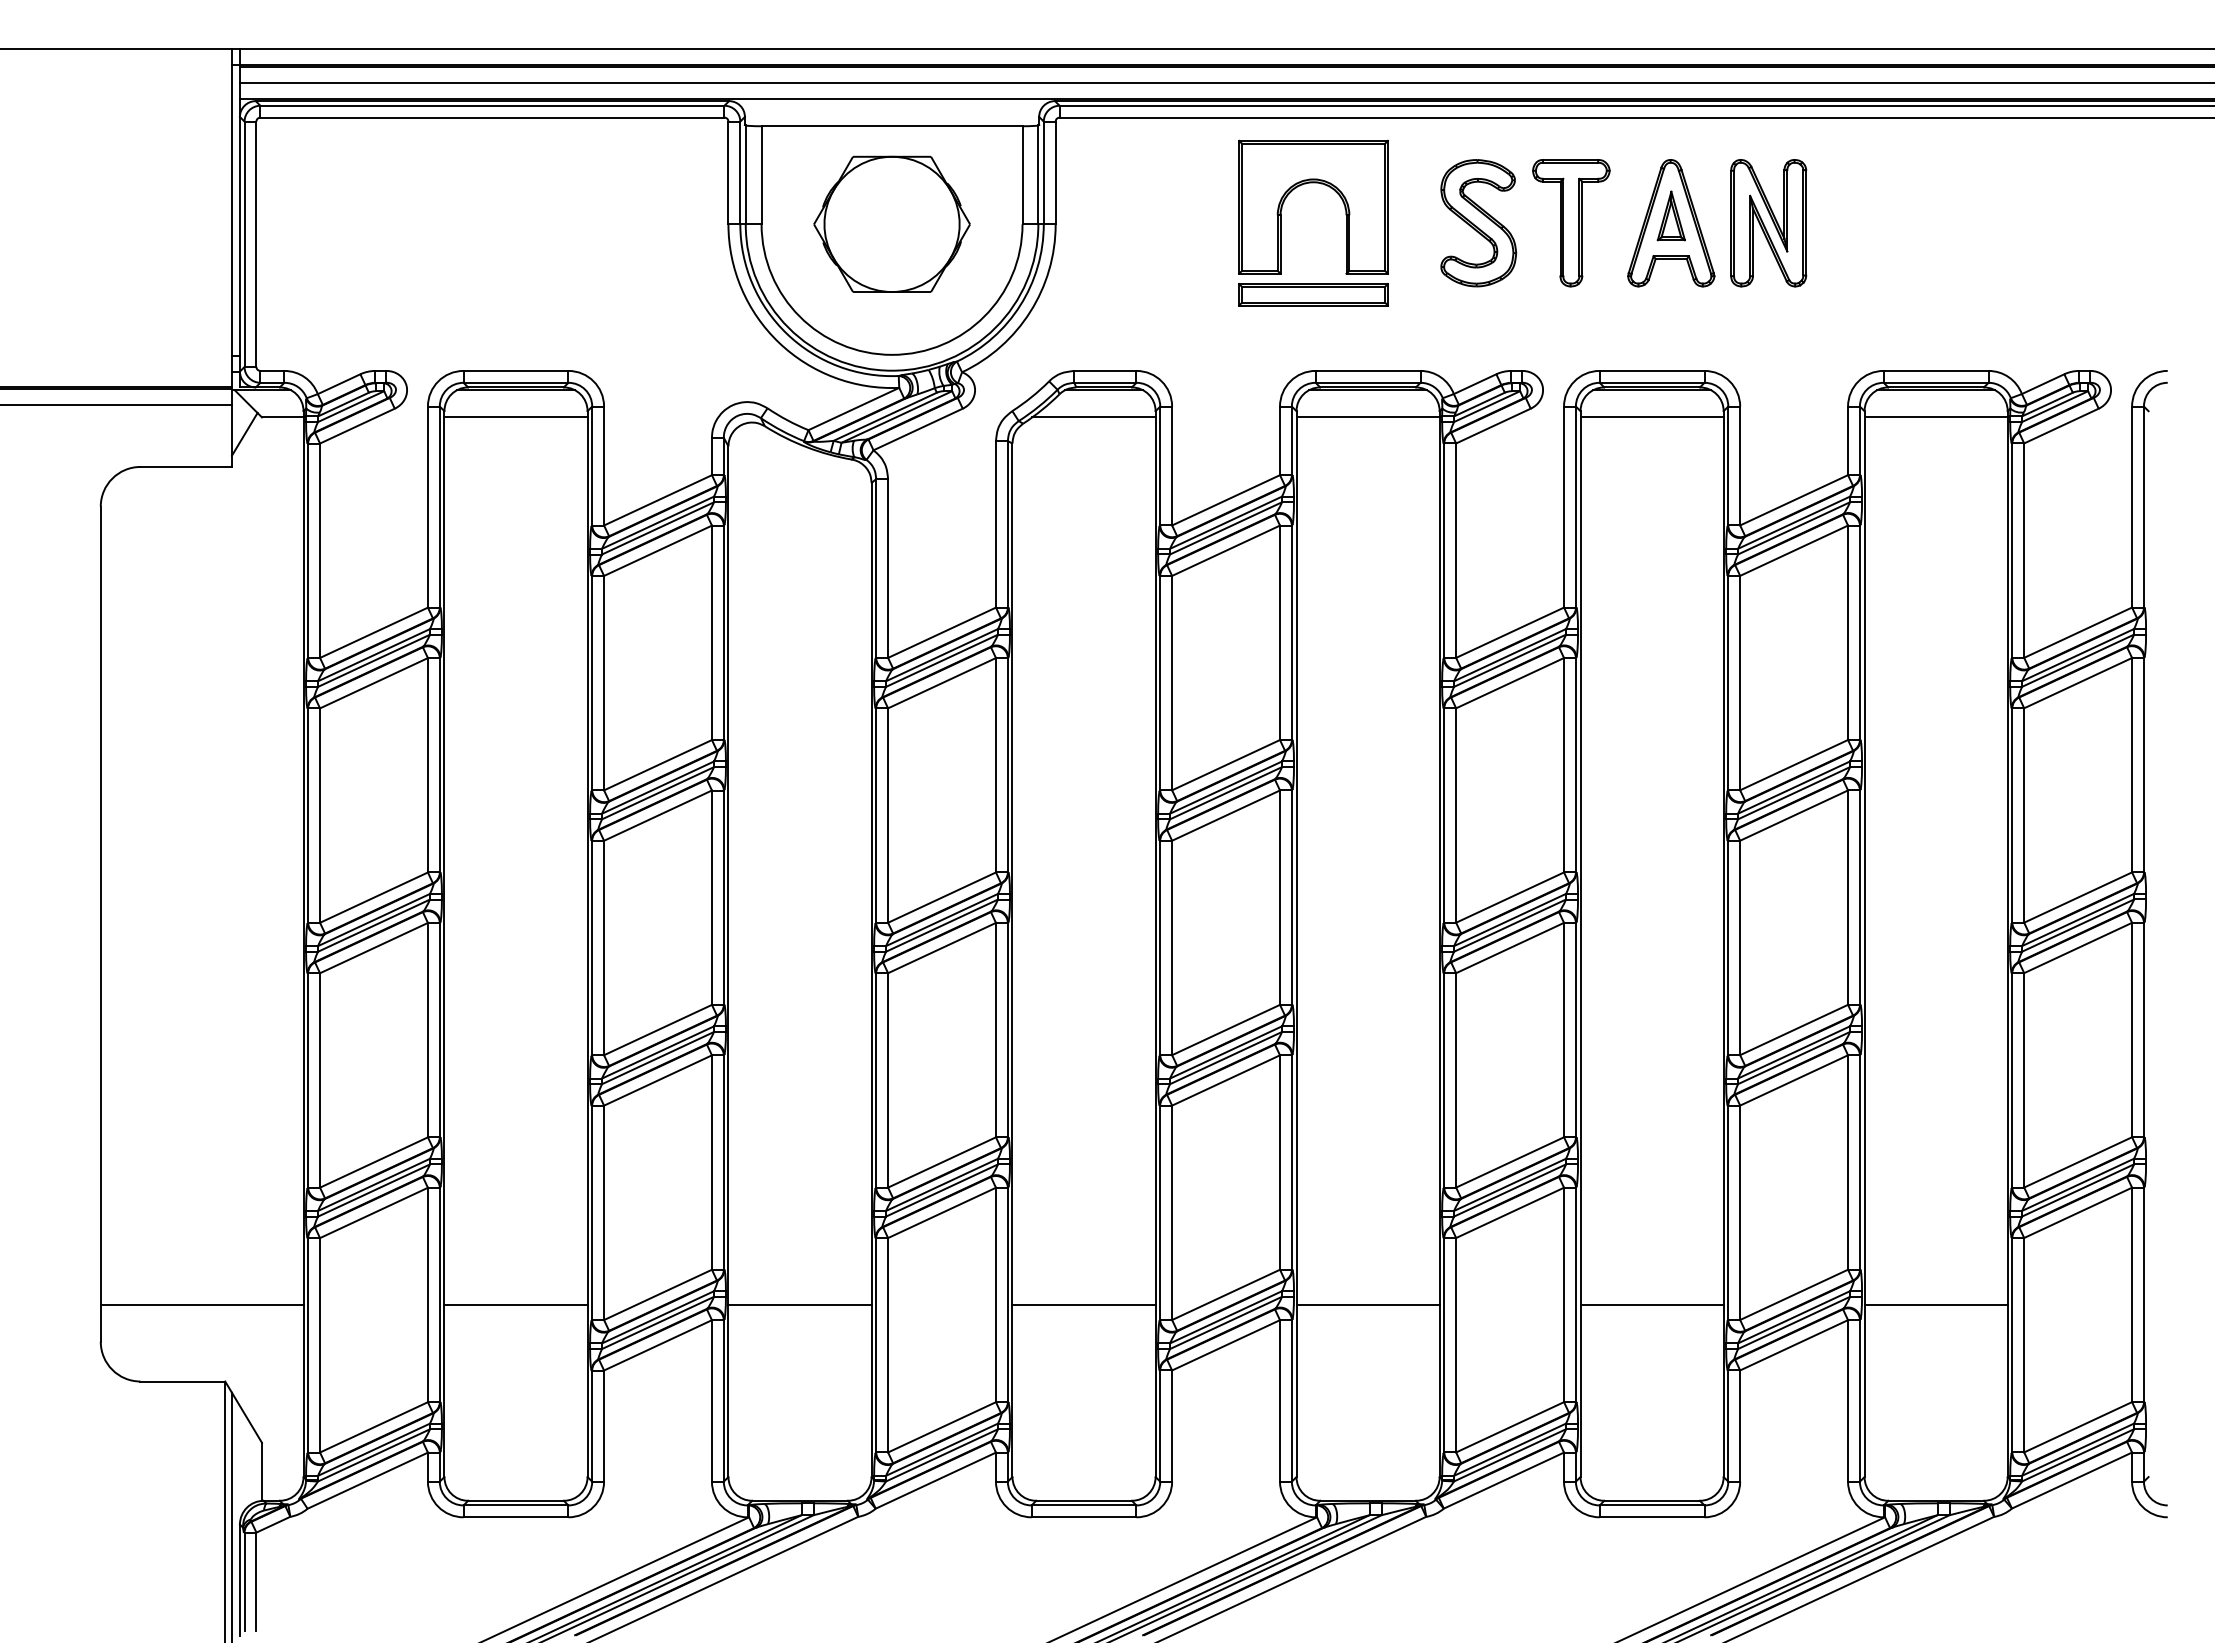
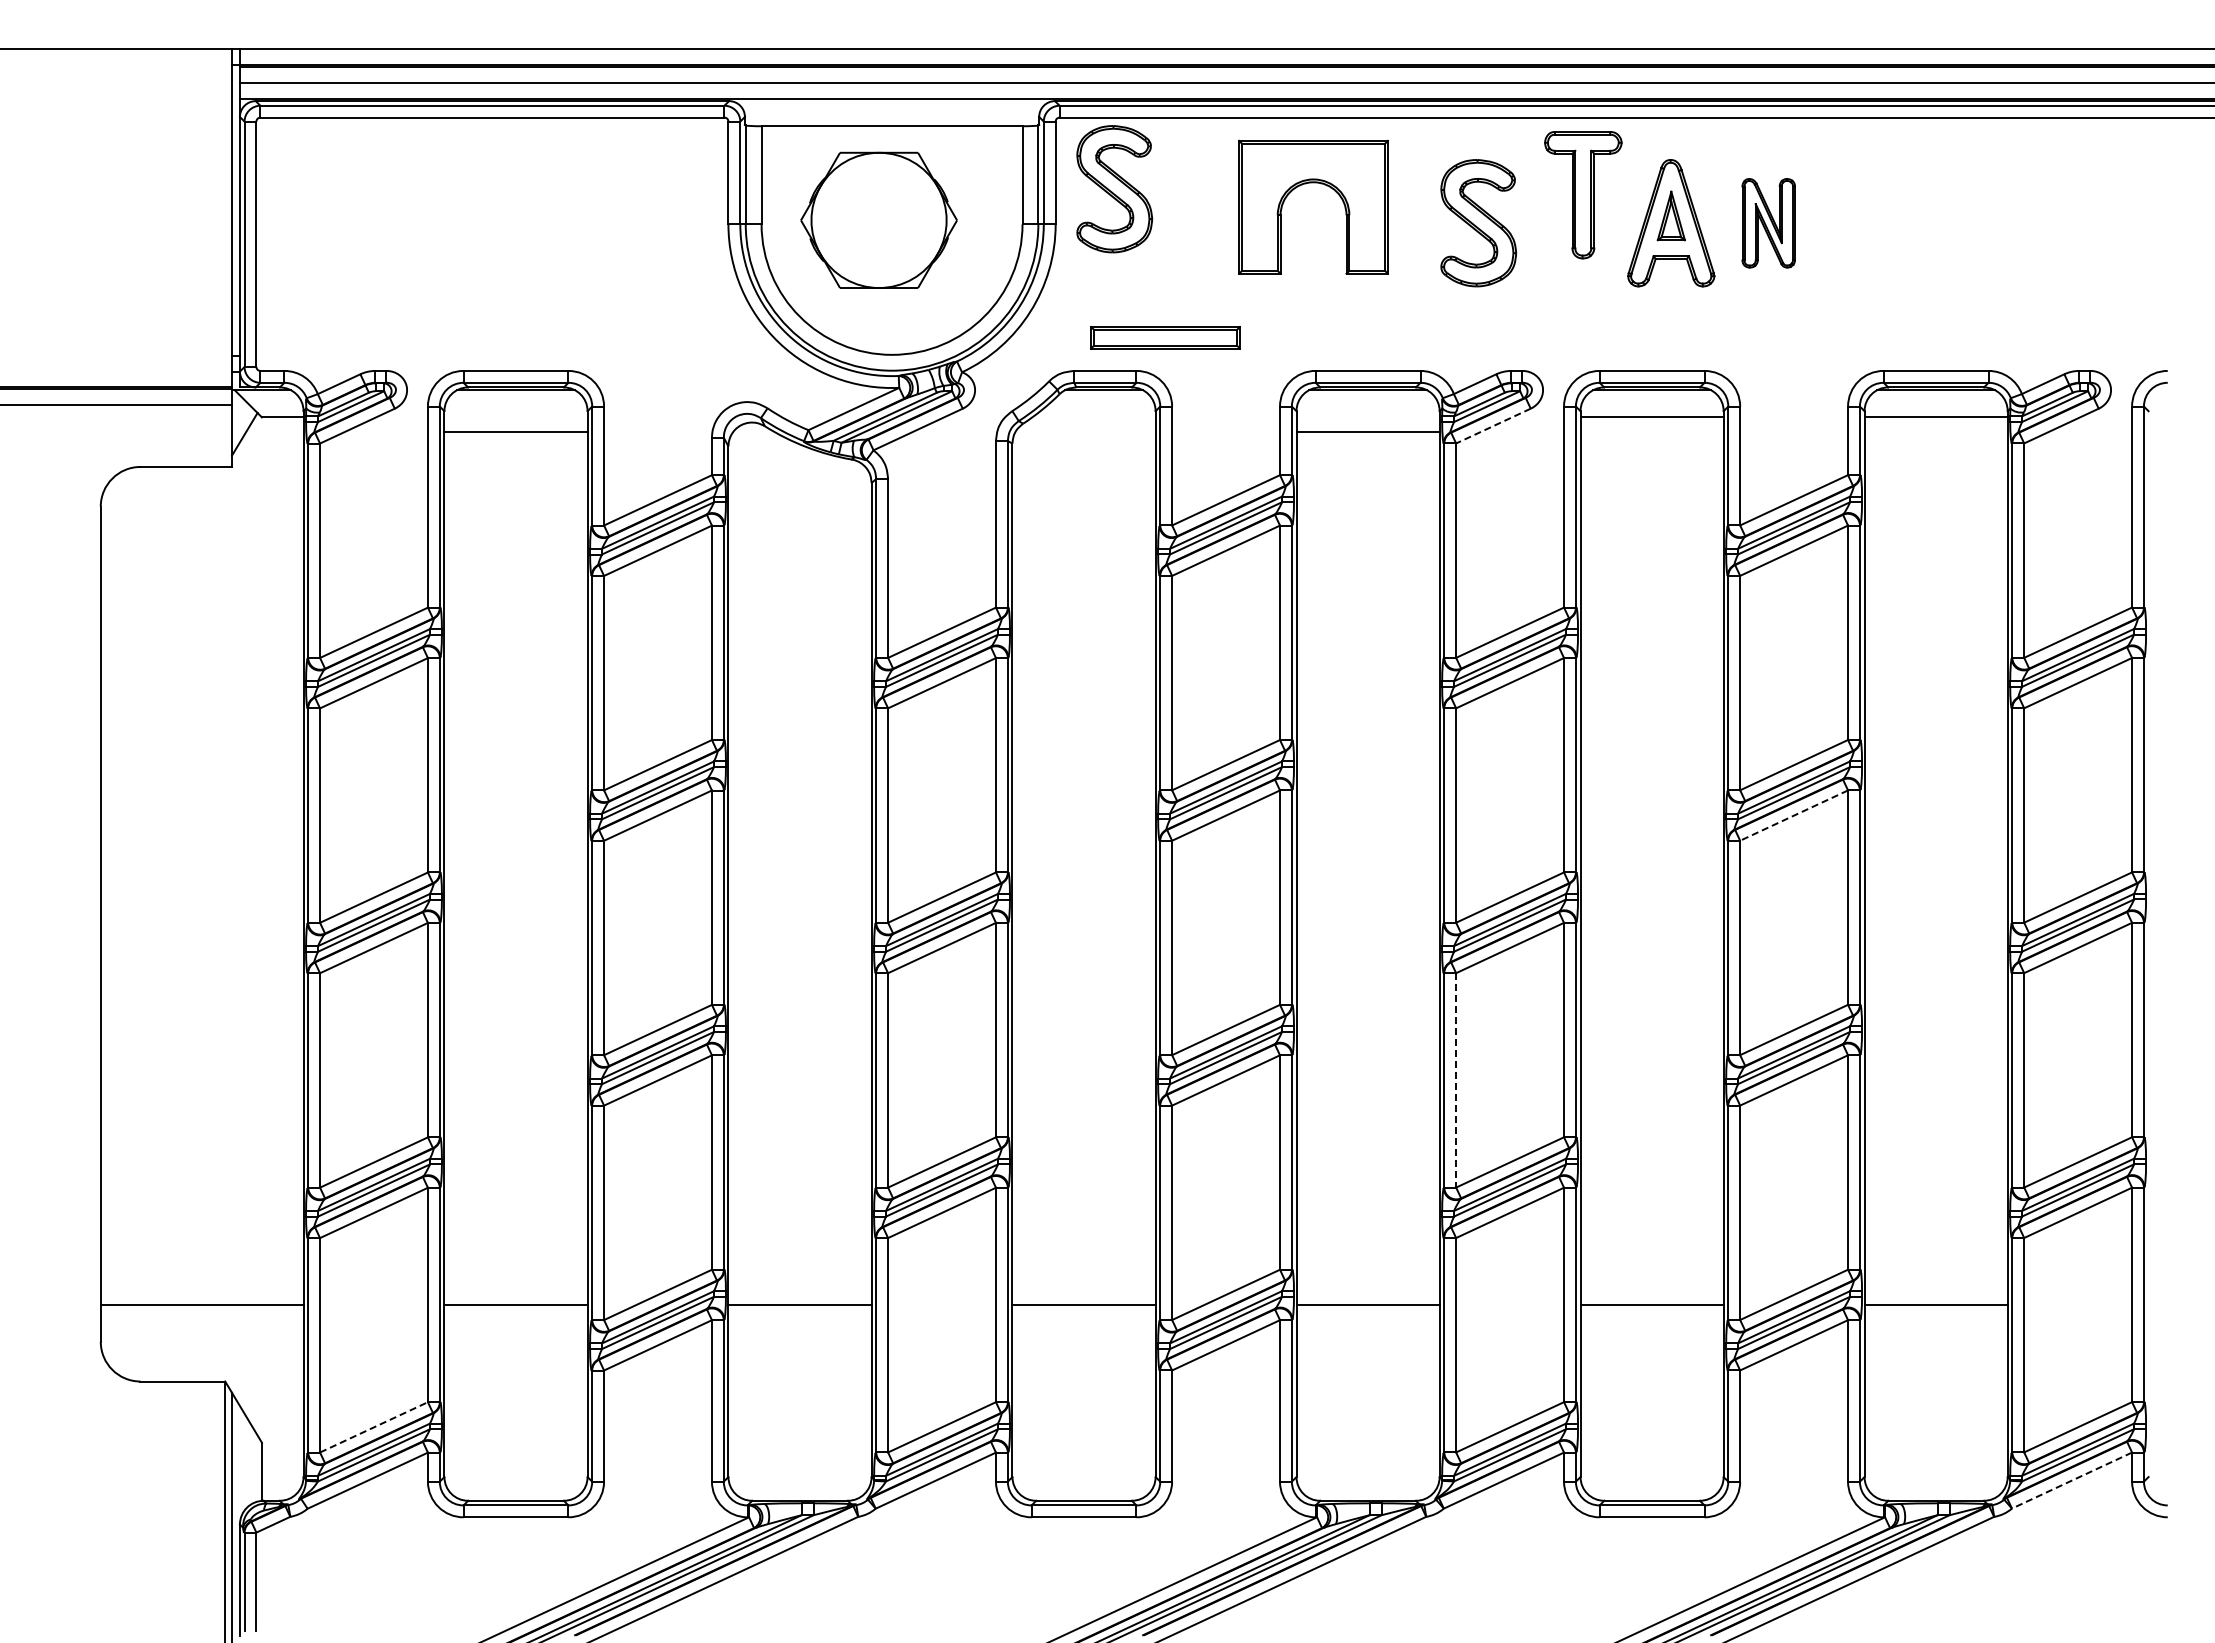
part at (1114, 189): none -> present
part at (891, 223) position: (891, 223) -> (878, 219)
part at (1571, 223) position: (1571, 223) -> (1583, 195)
part at (1768, 223) size: 78x129 px -> 55x91 px
part at (1313, 294) position: (1313, 294) -> (1165, 337)
line at (515, 417) position: (515, 417) -> (515, 432)
line at (1093, 417): present -> none
line at (1367, 417) position: (1367, 417) -> (1367, 432)
line at (1493, 426): solid -> dashed
line at (1794, 815): solid -> dashed
line at (1456, 1080): solid -> dashed
line at (374, 1427): solid -> dashed
line at (2071, 1480): solid -> dashed
